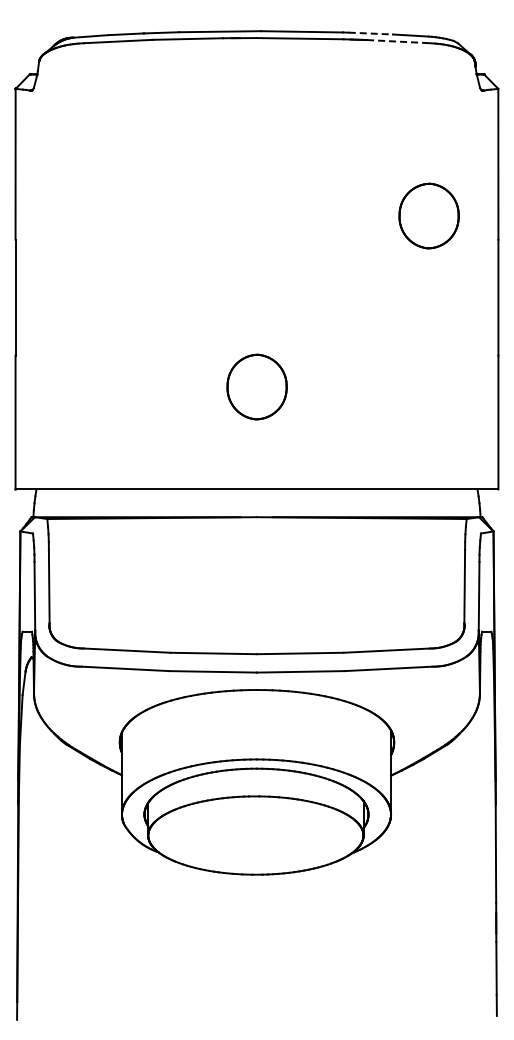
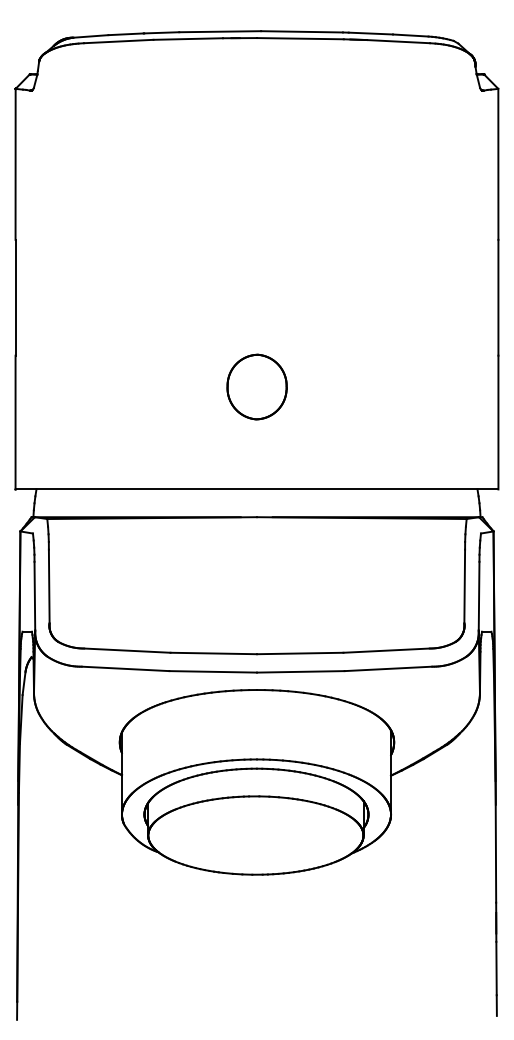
line at (371, 33): dashed -> solid
line at (399, 41): dashed -> solid
part at (428, 215): present -> none
